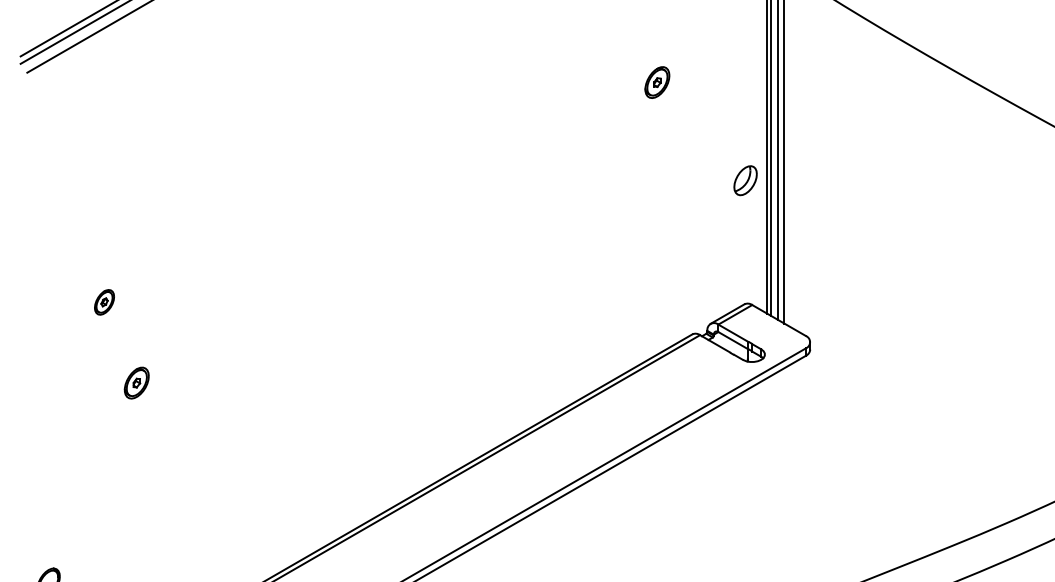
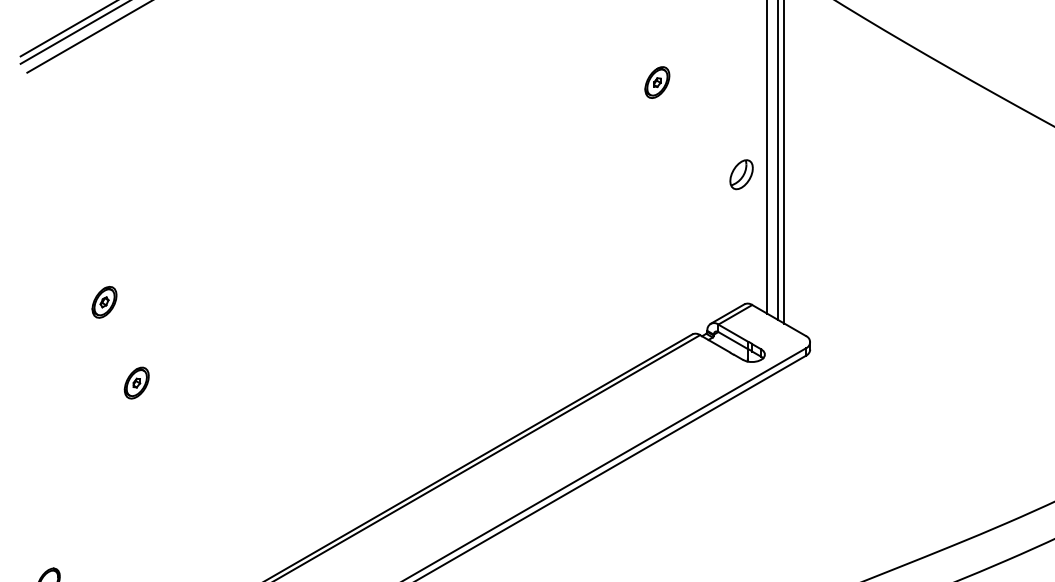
line at (771, 159): present -> none
part at (745, 180) position: (745, 180) -> (741, 174)
part at (104, 302) size: 21x27 px -> 27x33 px
